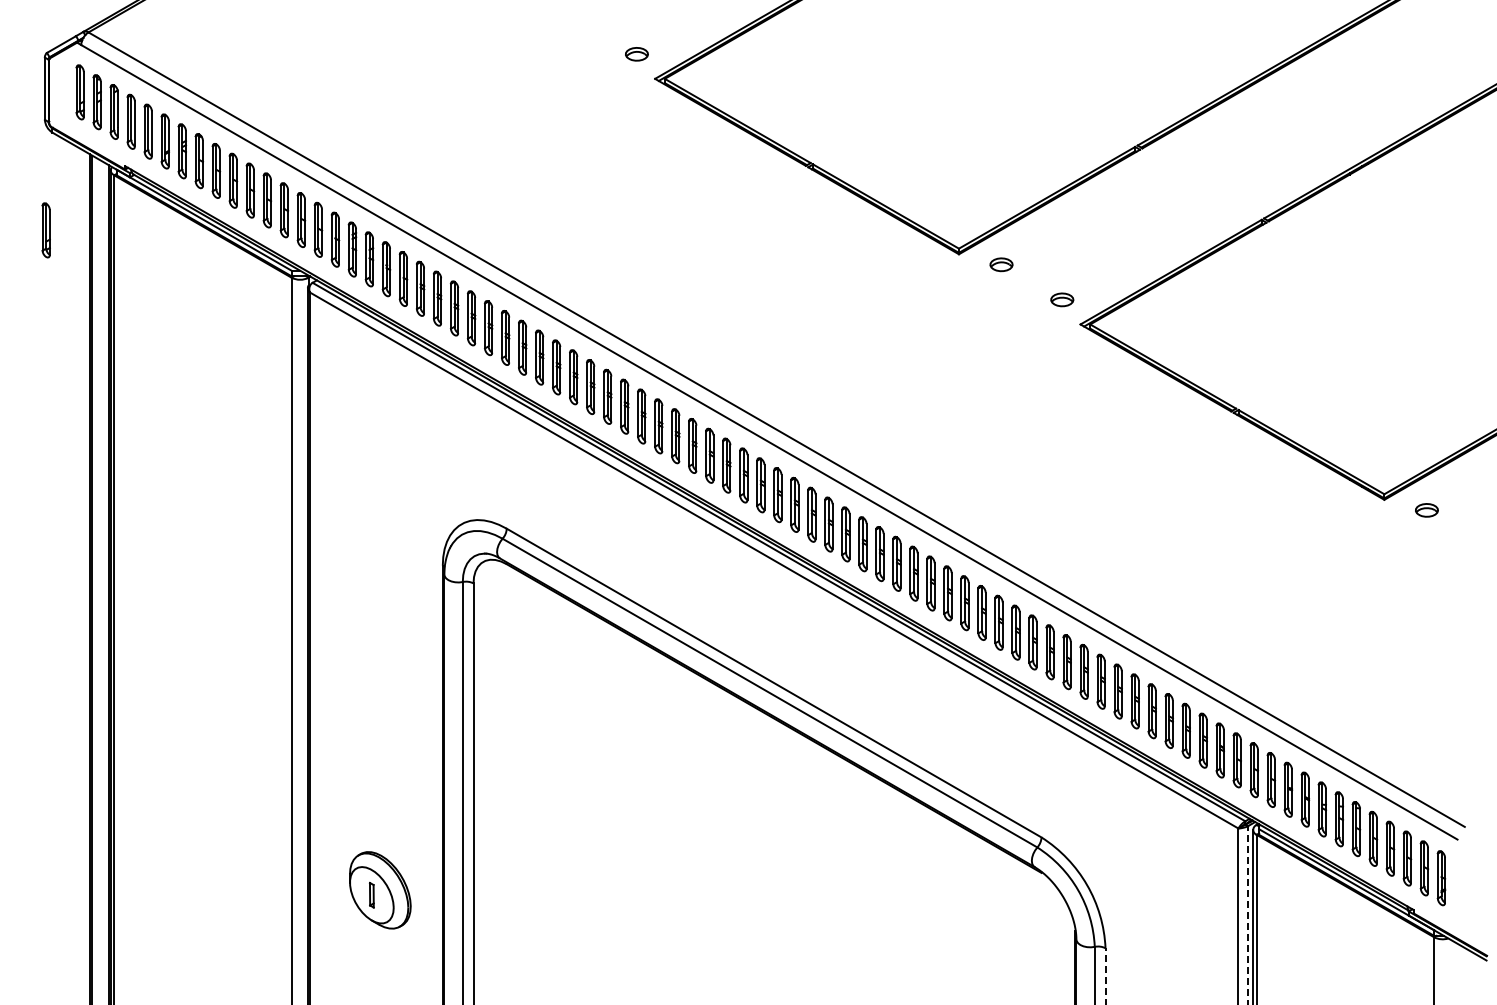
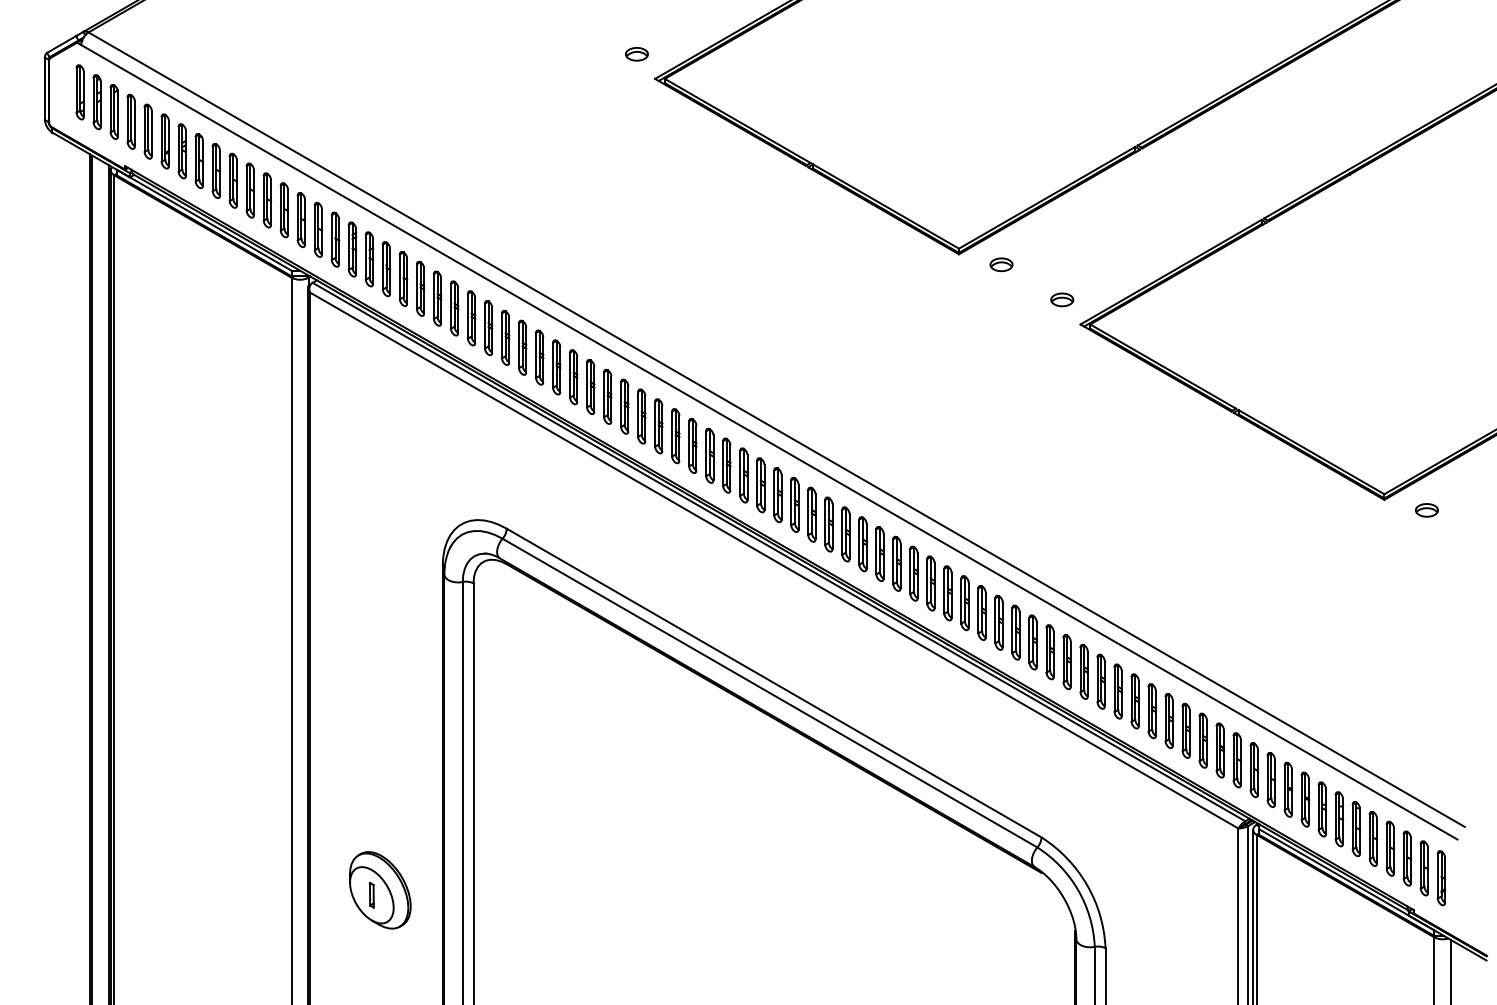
part at (45, 230): present -> none
line at (1248, 915): dashed -> solid
line at (1451, 970): none -> present
line at (1105, 976): dashed -> solid
